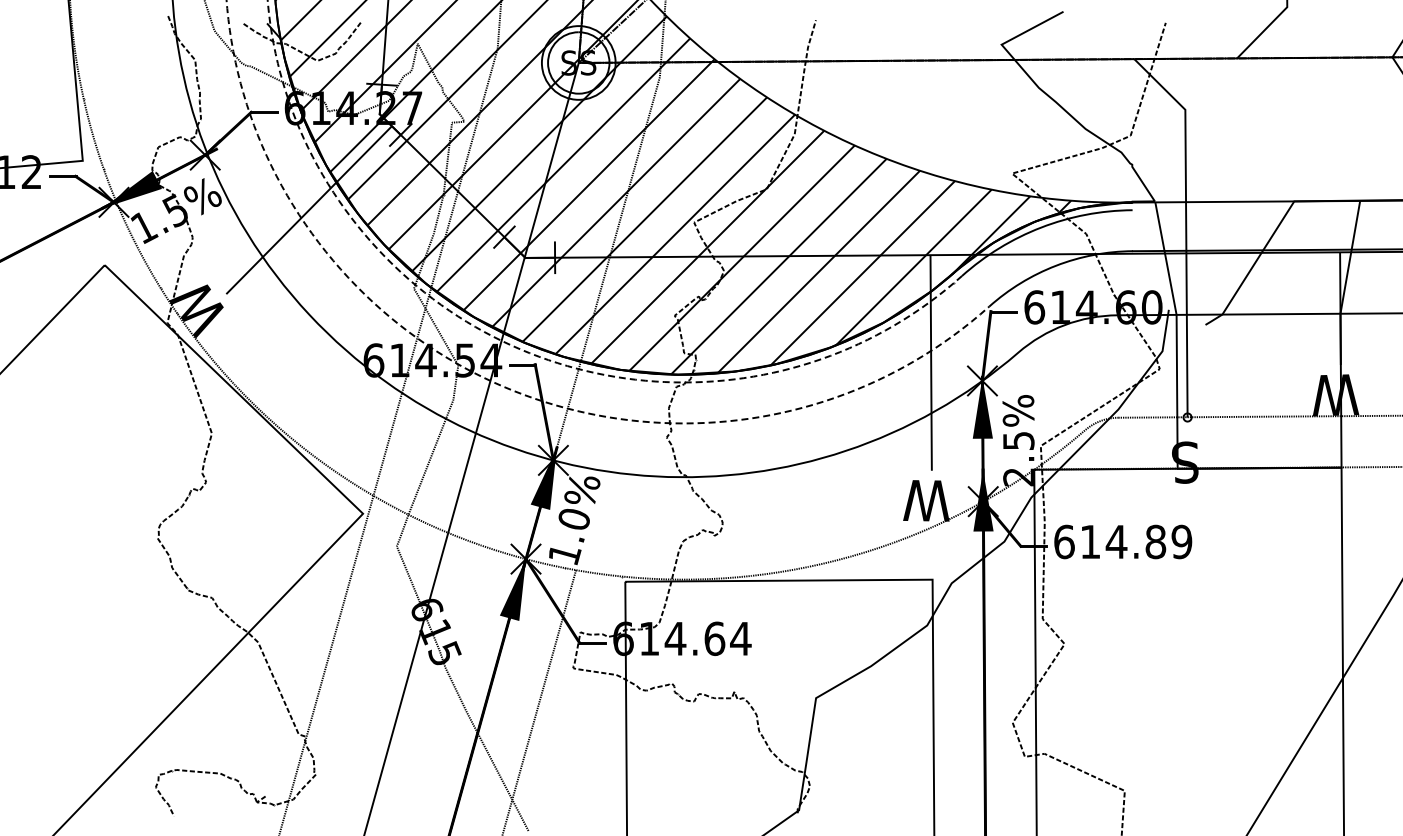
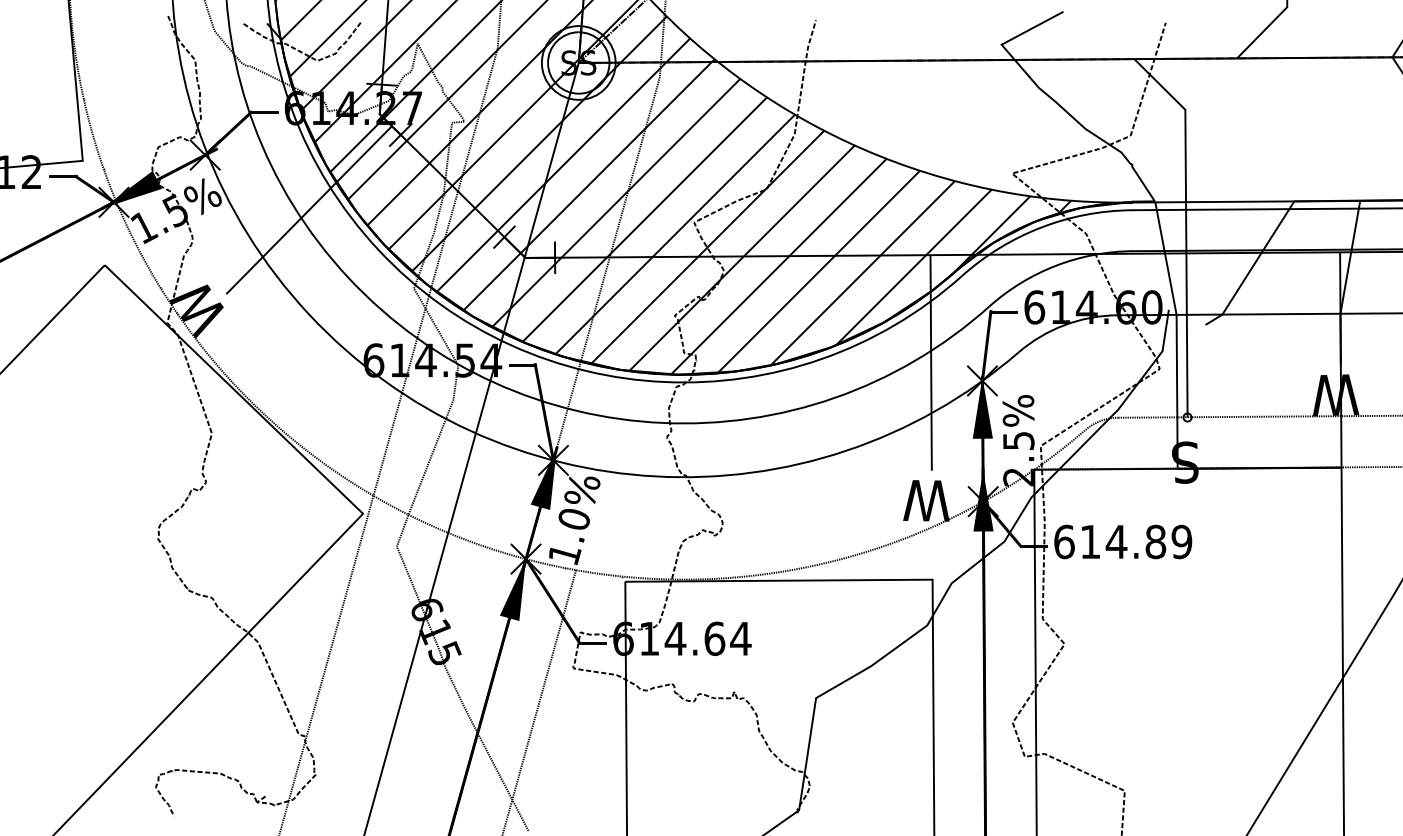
line at (1265, 209): none -> present
arc at (528, 352): dashed -> solid
arc at (511, 390): dashed -> solid
